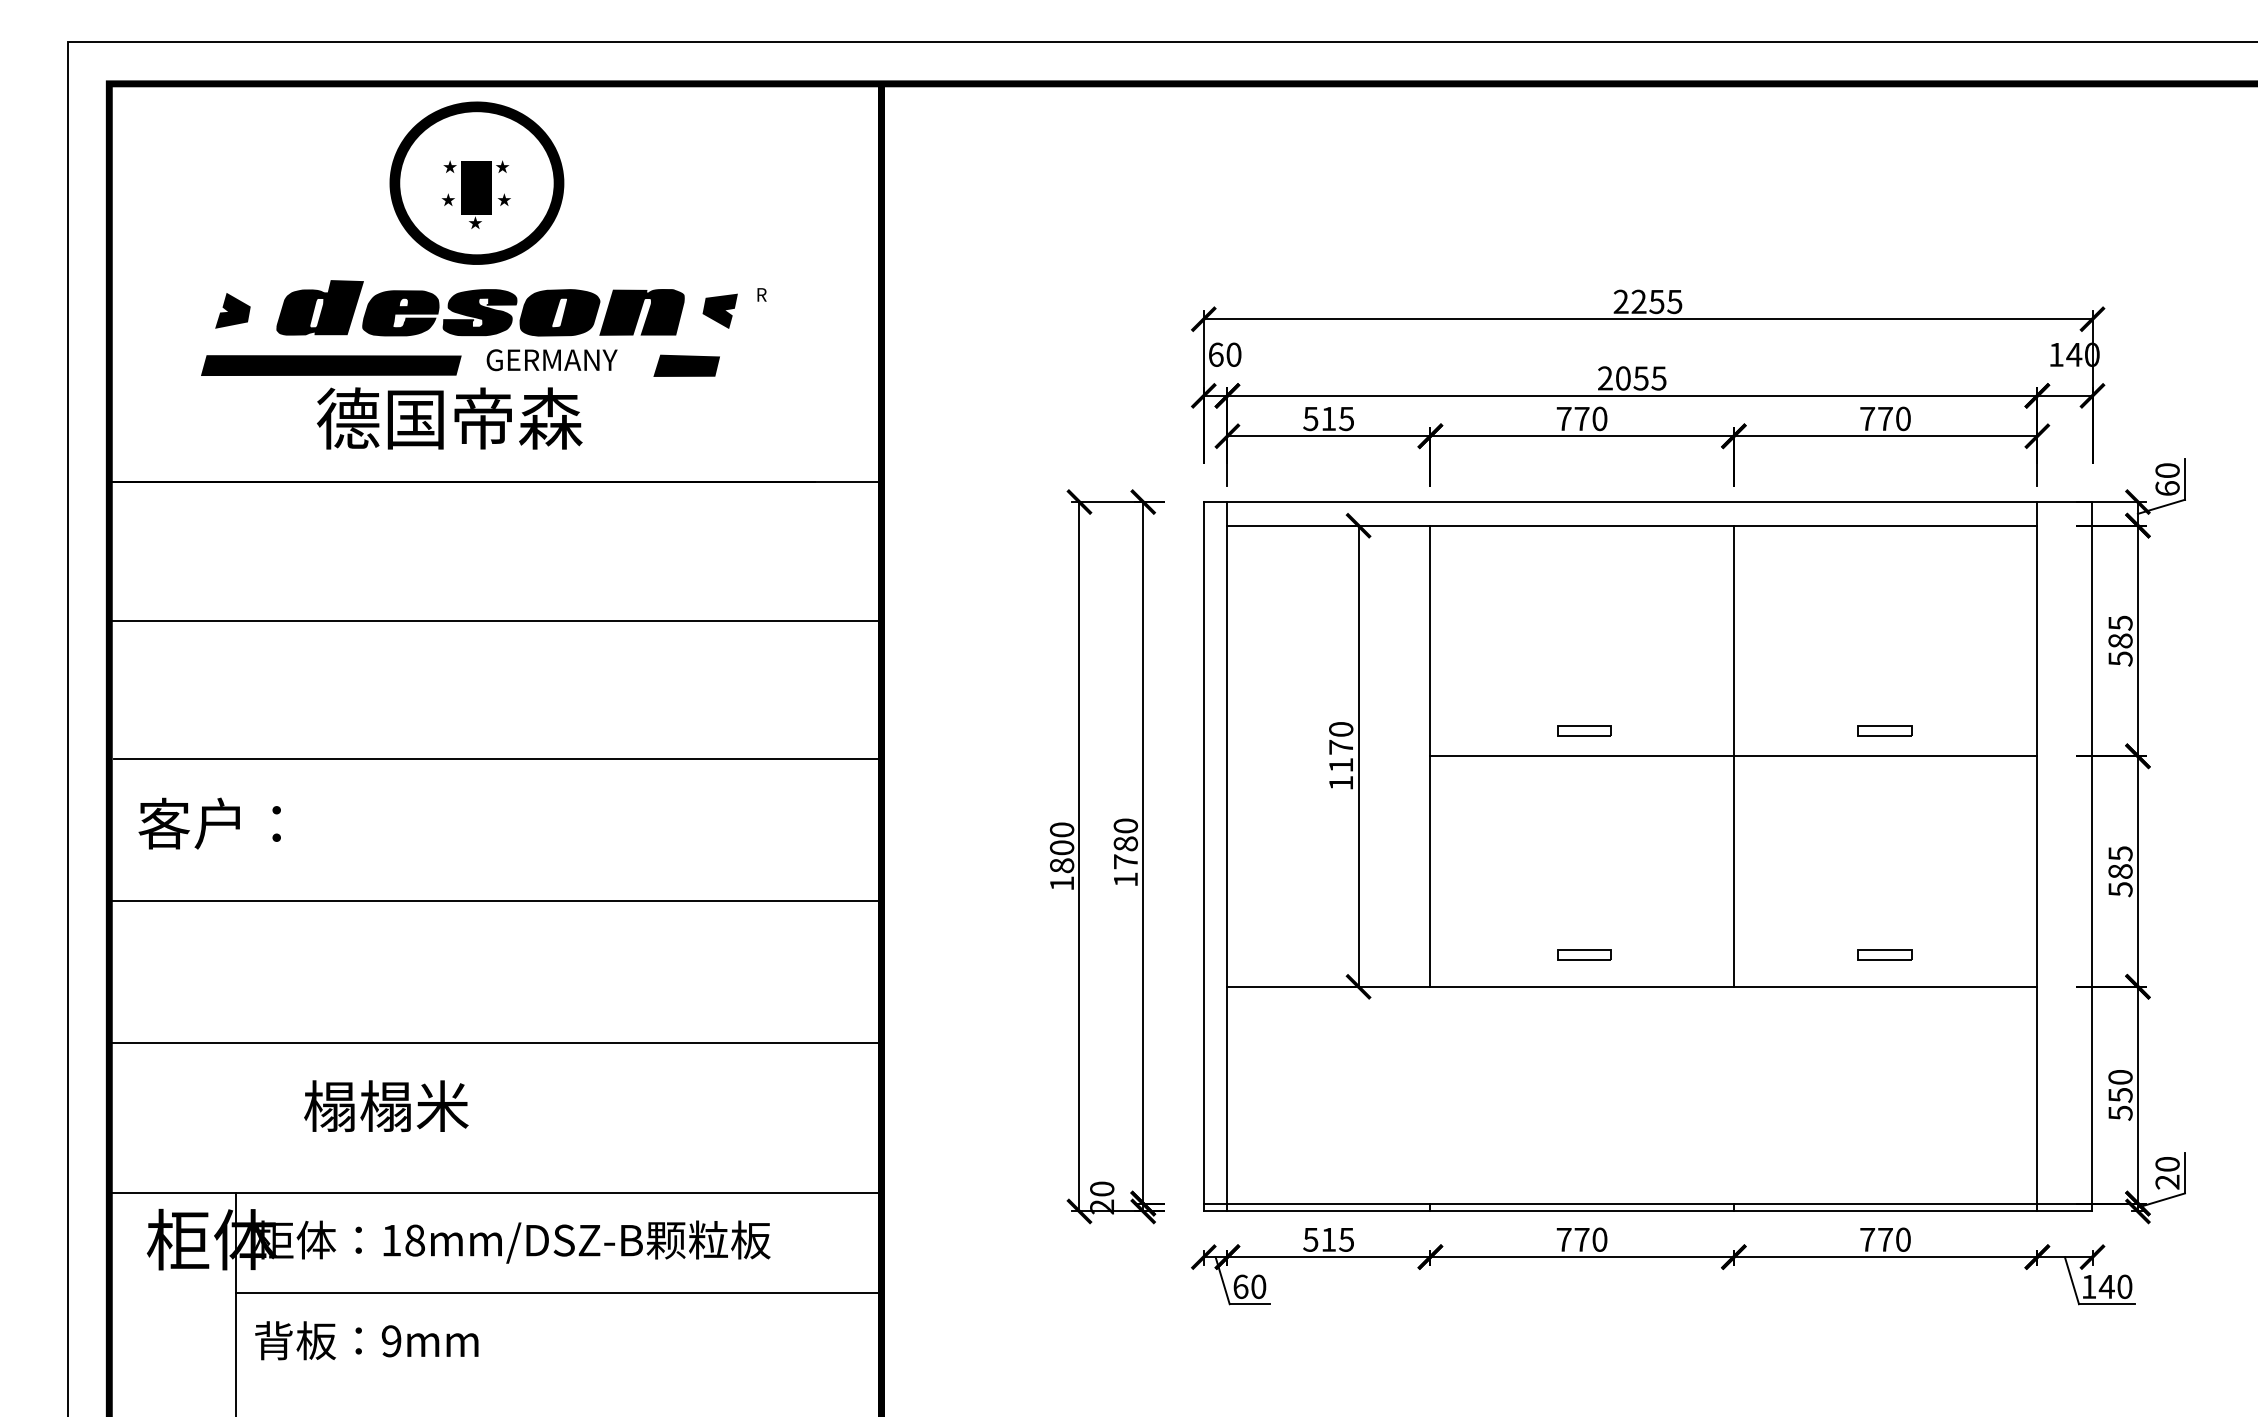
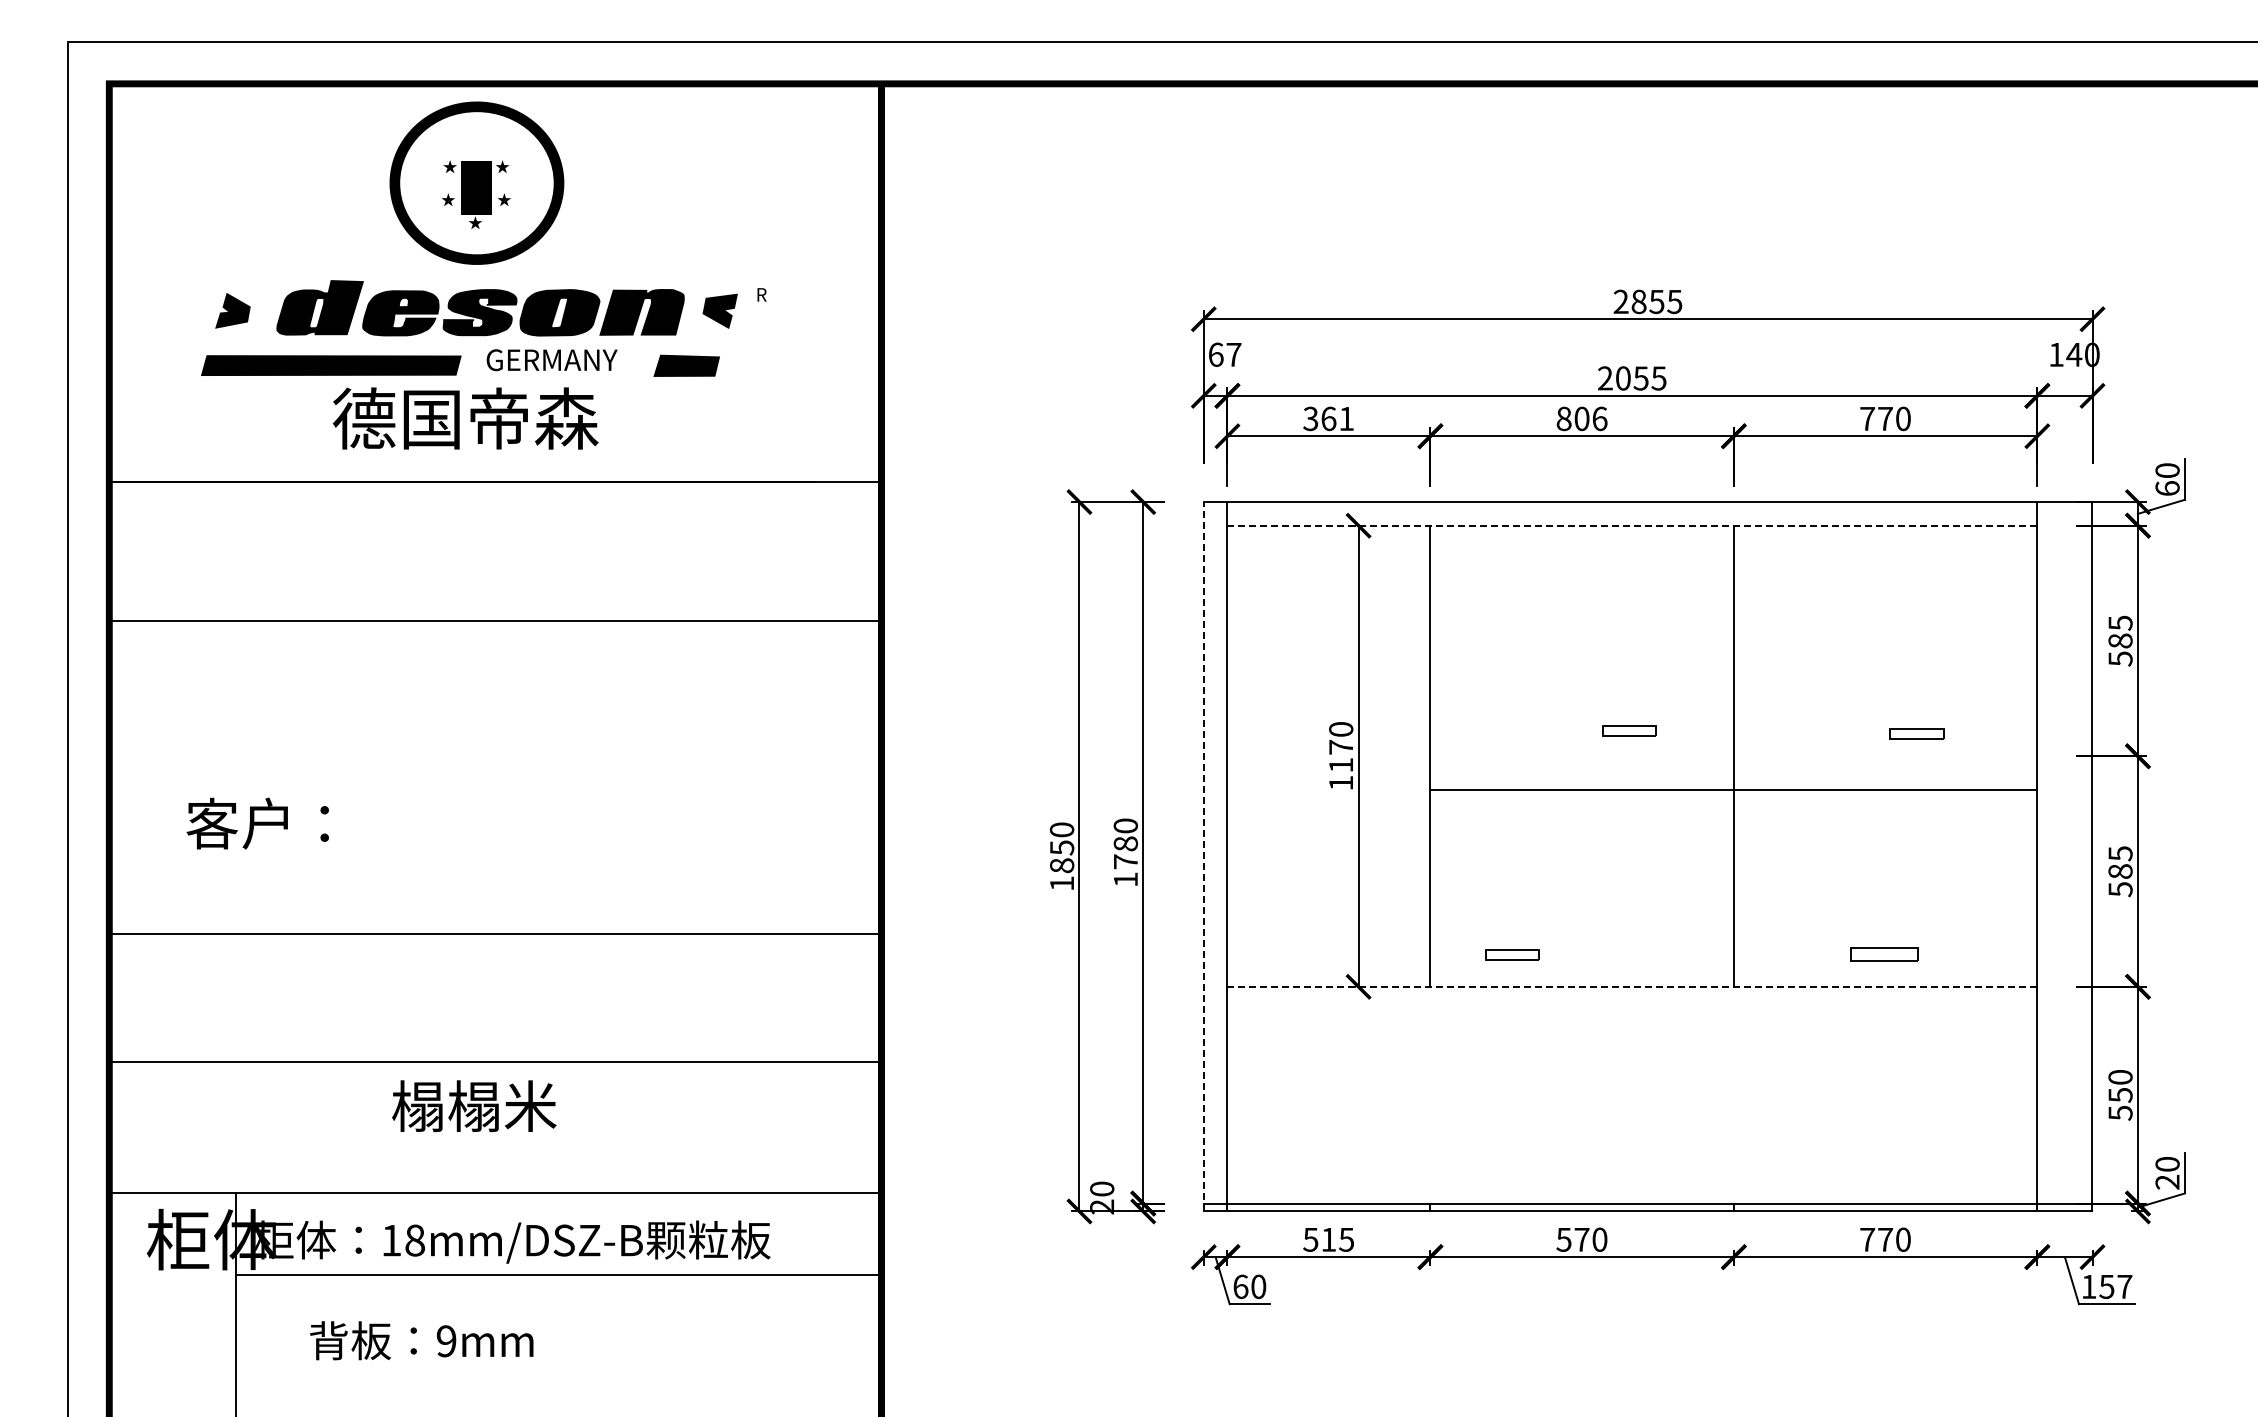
text at (1638, 301): 2255 -> 2855
text at (1233, 354): 60 -> 67
text at (449, 418) position: (449, 418) -> (465, 418)
text at (1328, 418): 515 -> 361
text at (1581, 418): 770 -> 806
line at (1632, 525): solid -> dashed
part at (1584, 730) position: (1584, 730) -> (1629, 730)
part at (1884, 730) position: (1884, 730) -> (1916, 733)
line at (1733, 756) position: (1733, 756) -> (1733, 790)
line at (497, 759): present -> none
text at (209, 823) position: (209, 823) -> (257, 823)
text at (1061, 847): 1800 -> 1850
line at (1203, 856): solid -> dashed
line at (495, 901) position: (495, 901) -> (495, 934)
part at (1584, 954) position: (1584, 954) -> (1512, 954)
part at (1884, 954) size: 56x12 px -> 69x15 px
line at (1632, 986): solid -> dashed
line at (495, 1043) position: (495, 1043) -> (495, 1062)
text at (386, 1105) position: (386, 1105) -> (474, 1105)
text at (1563, 1239): 770 -> 570
text at (2115, 1286): 140 -> 157
line at (558, 1292) position: (558, 1292) -> (558, 1274)
text at (366, 1340) position: (366, 1340) -> (421, 1340)
